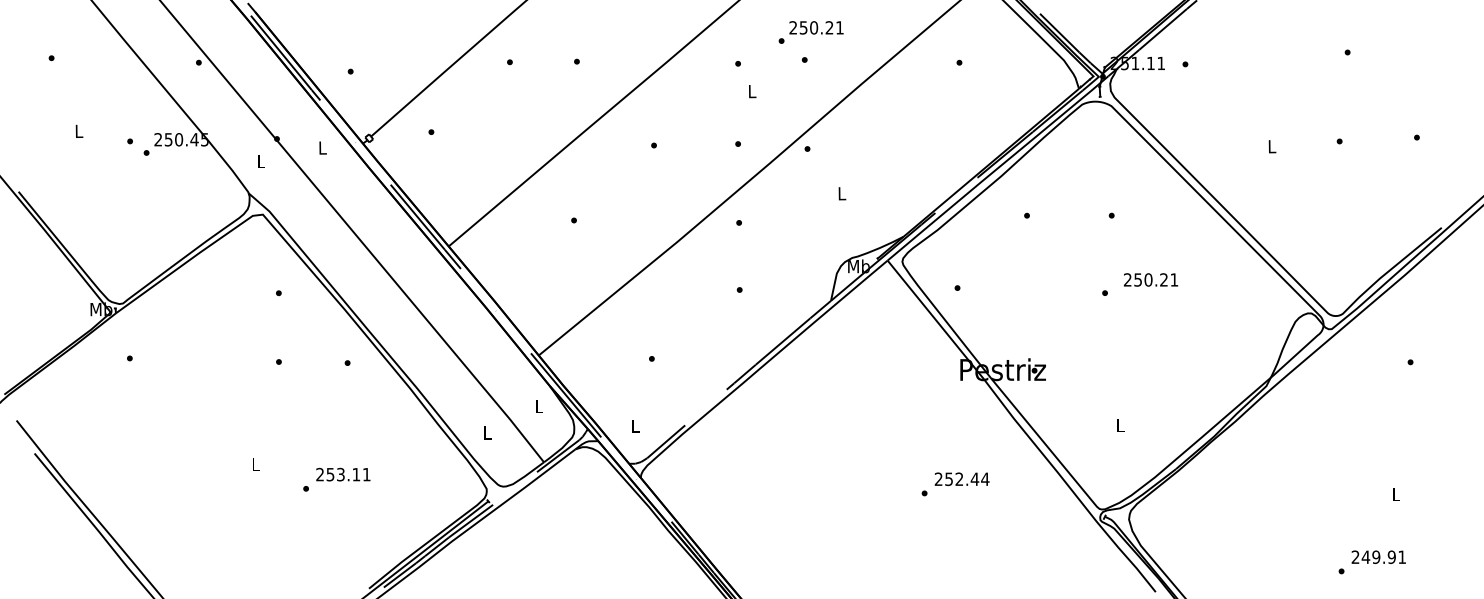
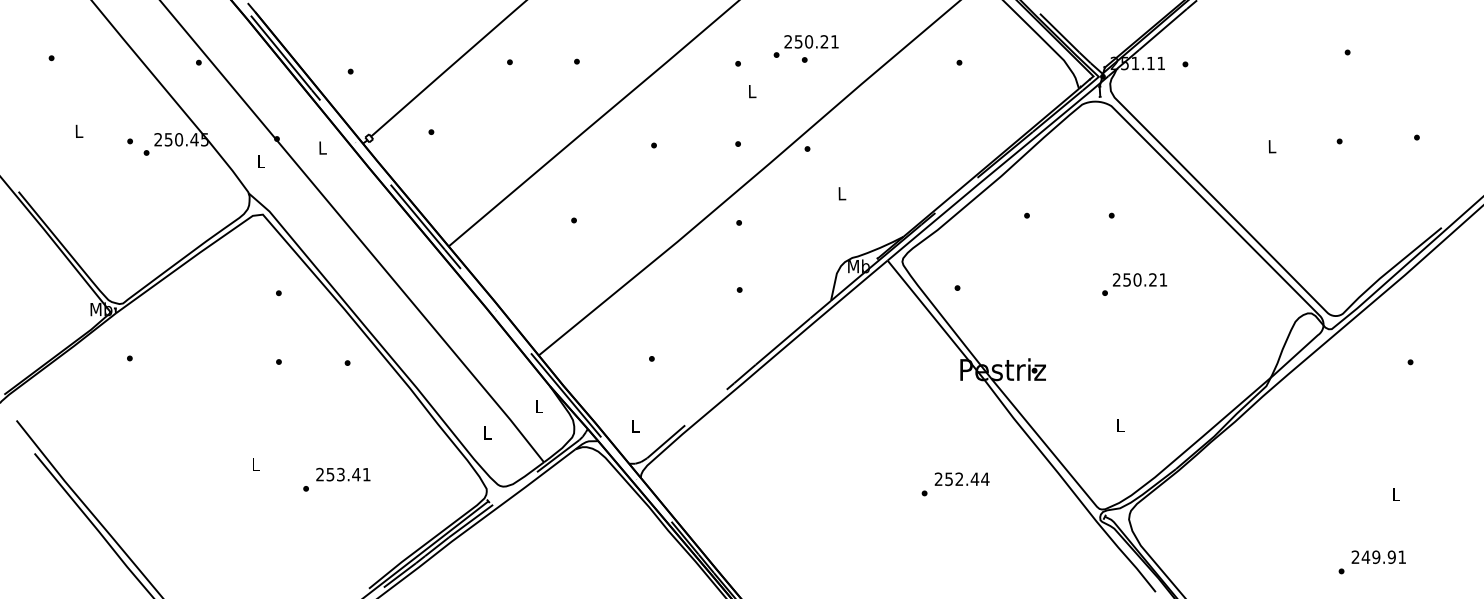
text at (810, 32) position: (810, 32) -> (805, 46)
text at (1150, 279) position: (1150, 279) -> (1139, 279)
text at (356, 474): 253.11 -> 253.41
